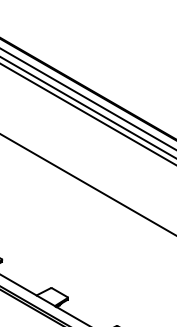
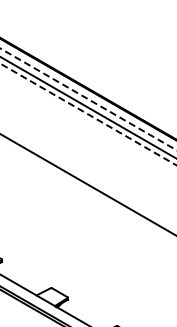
line at (88, 99): solid -> dashed
line at (88, 114): solid -> dashed
